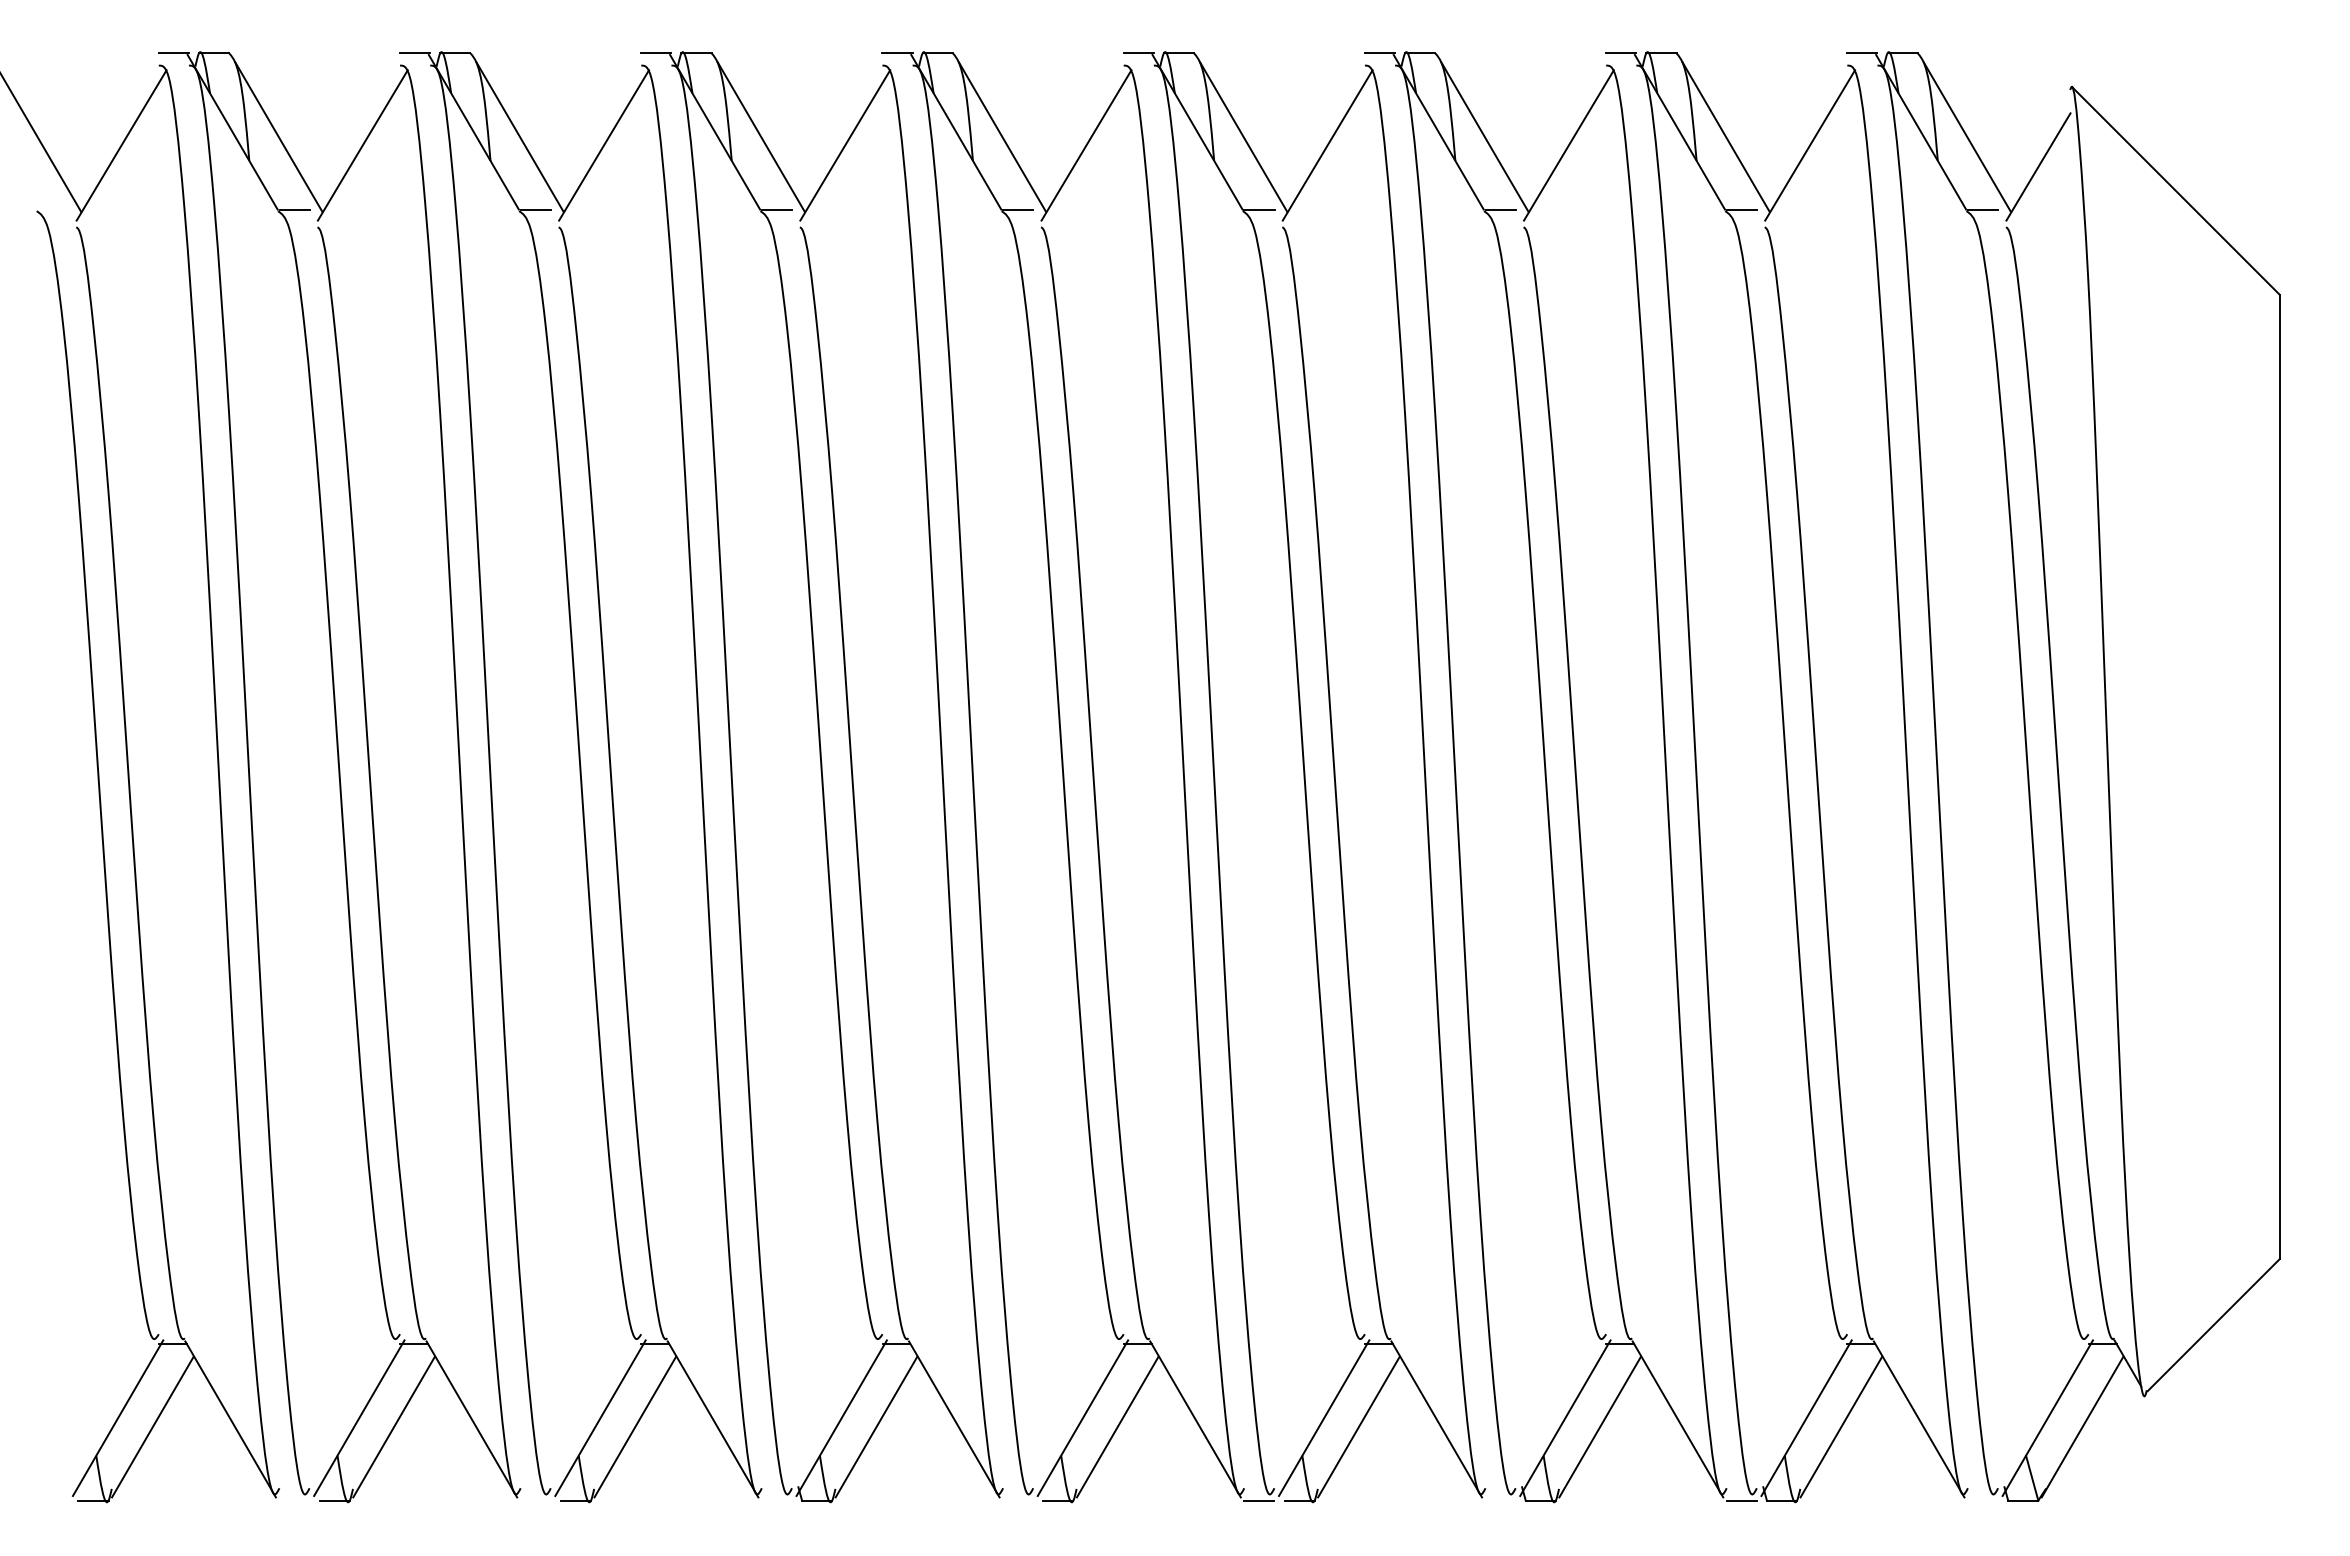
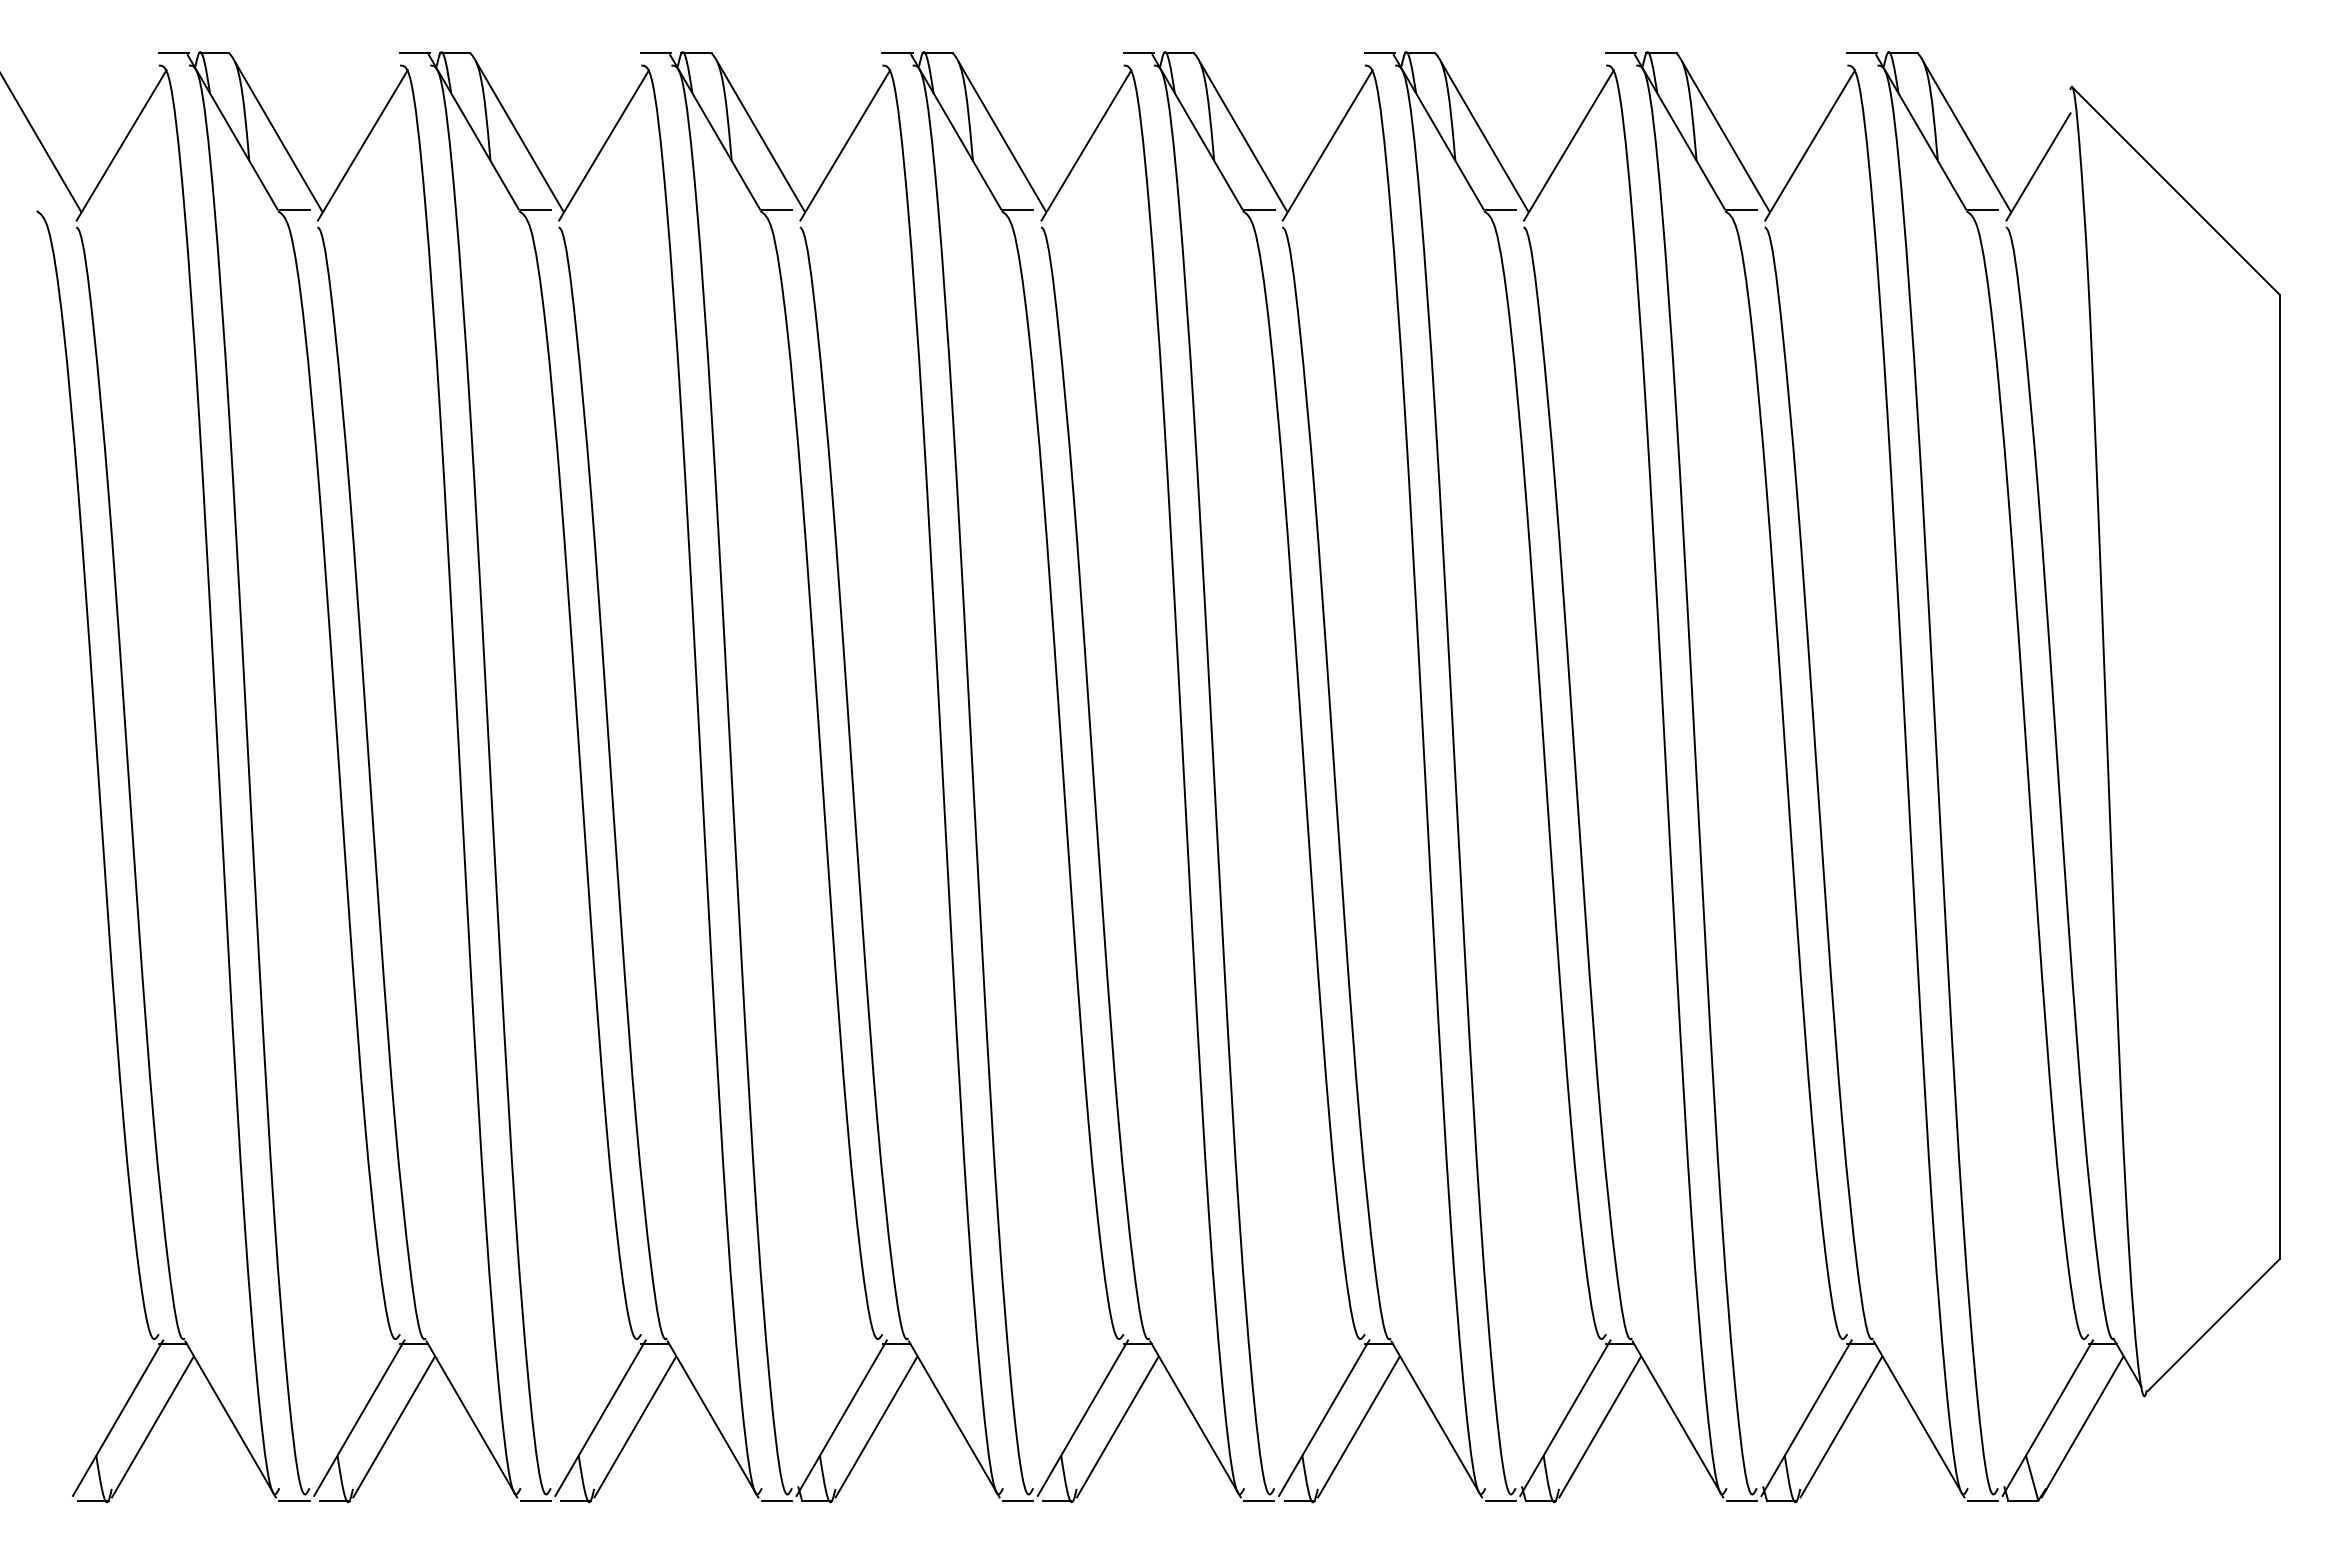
line at (294, 1500): none -> present
line at (535, 1500): none -> present
line at (776, 1500): none -> present
line at (1018, 1500): none -> present
line at (1500, 1500): none -> present
line at (1982, 1500): none -> present
